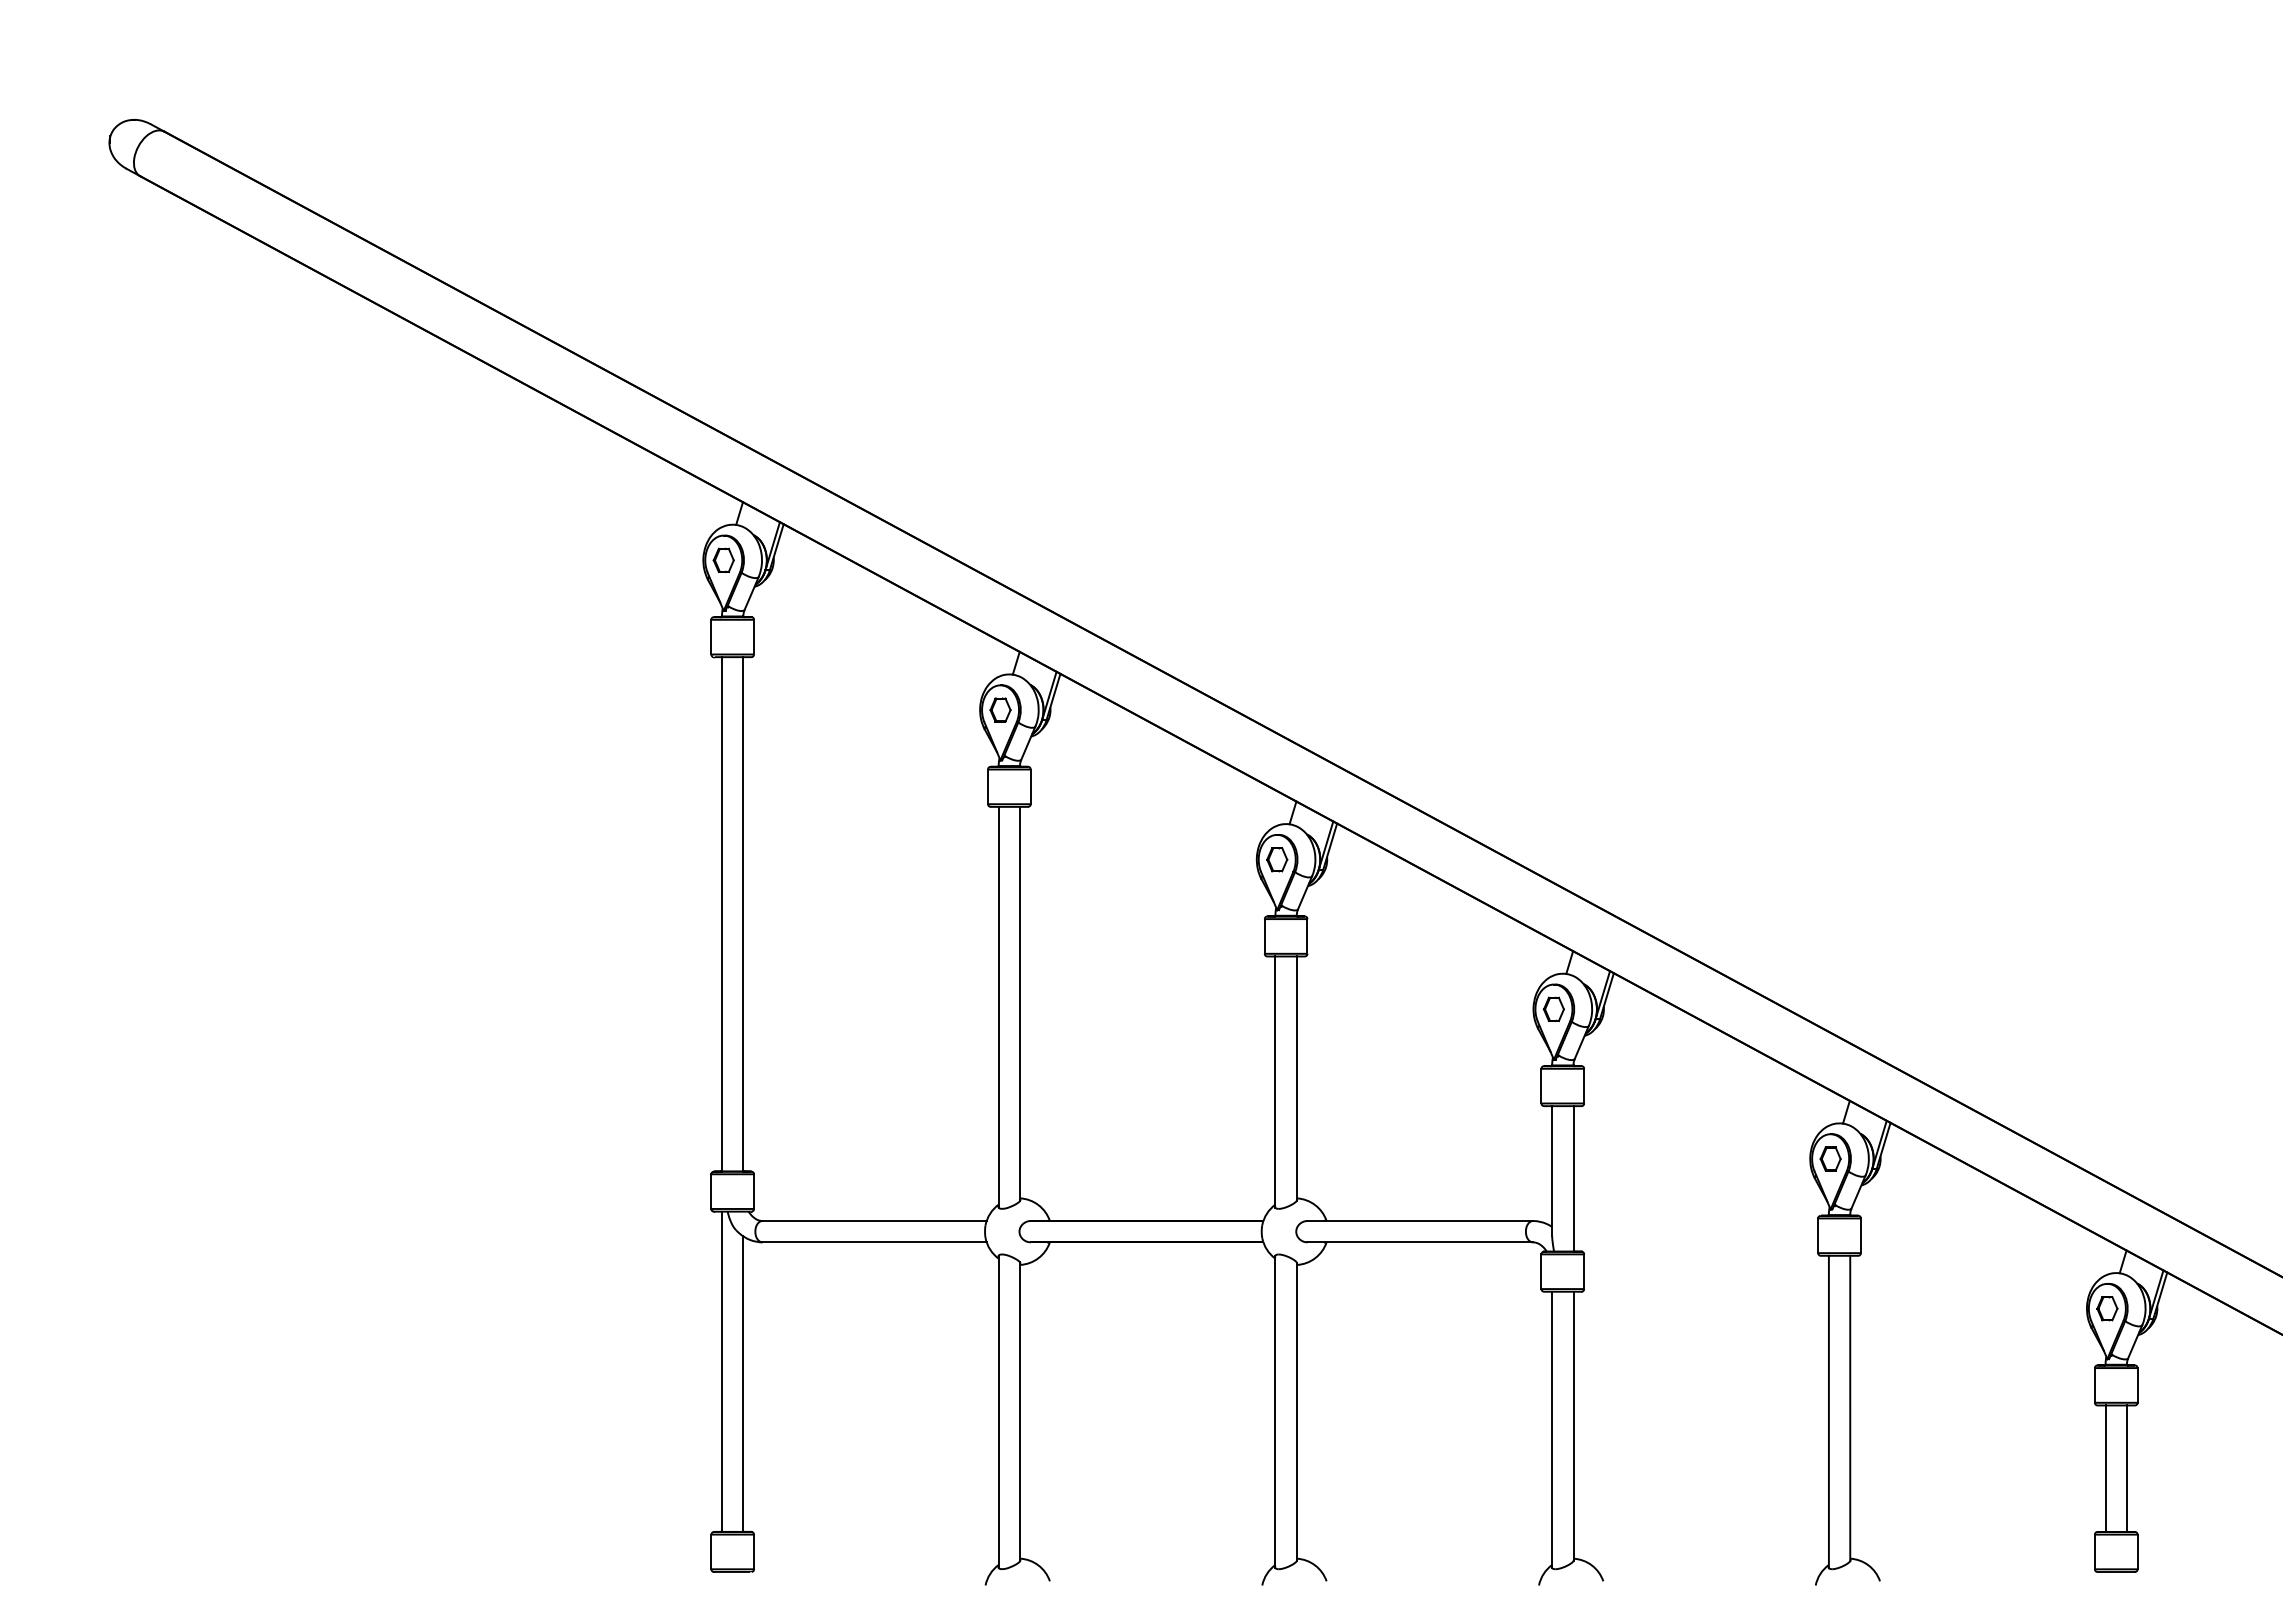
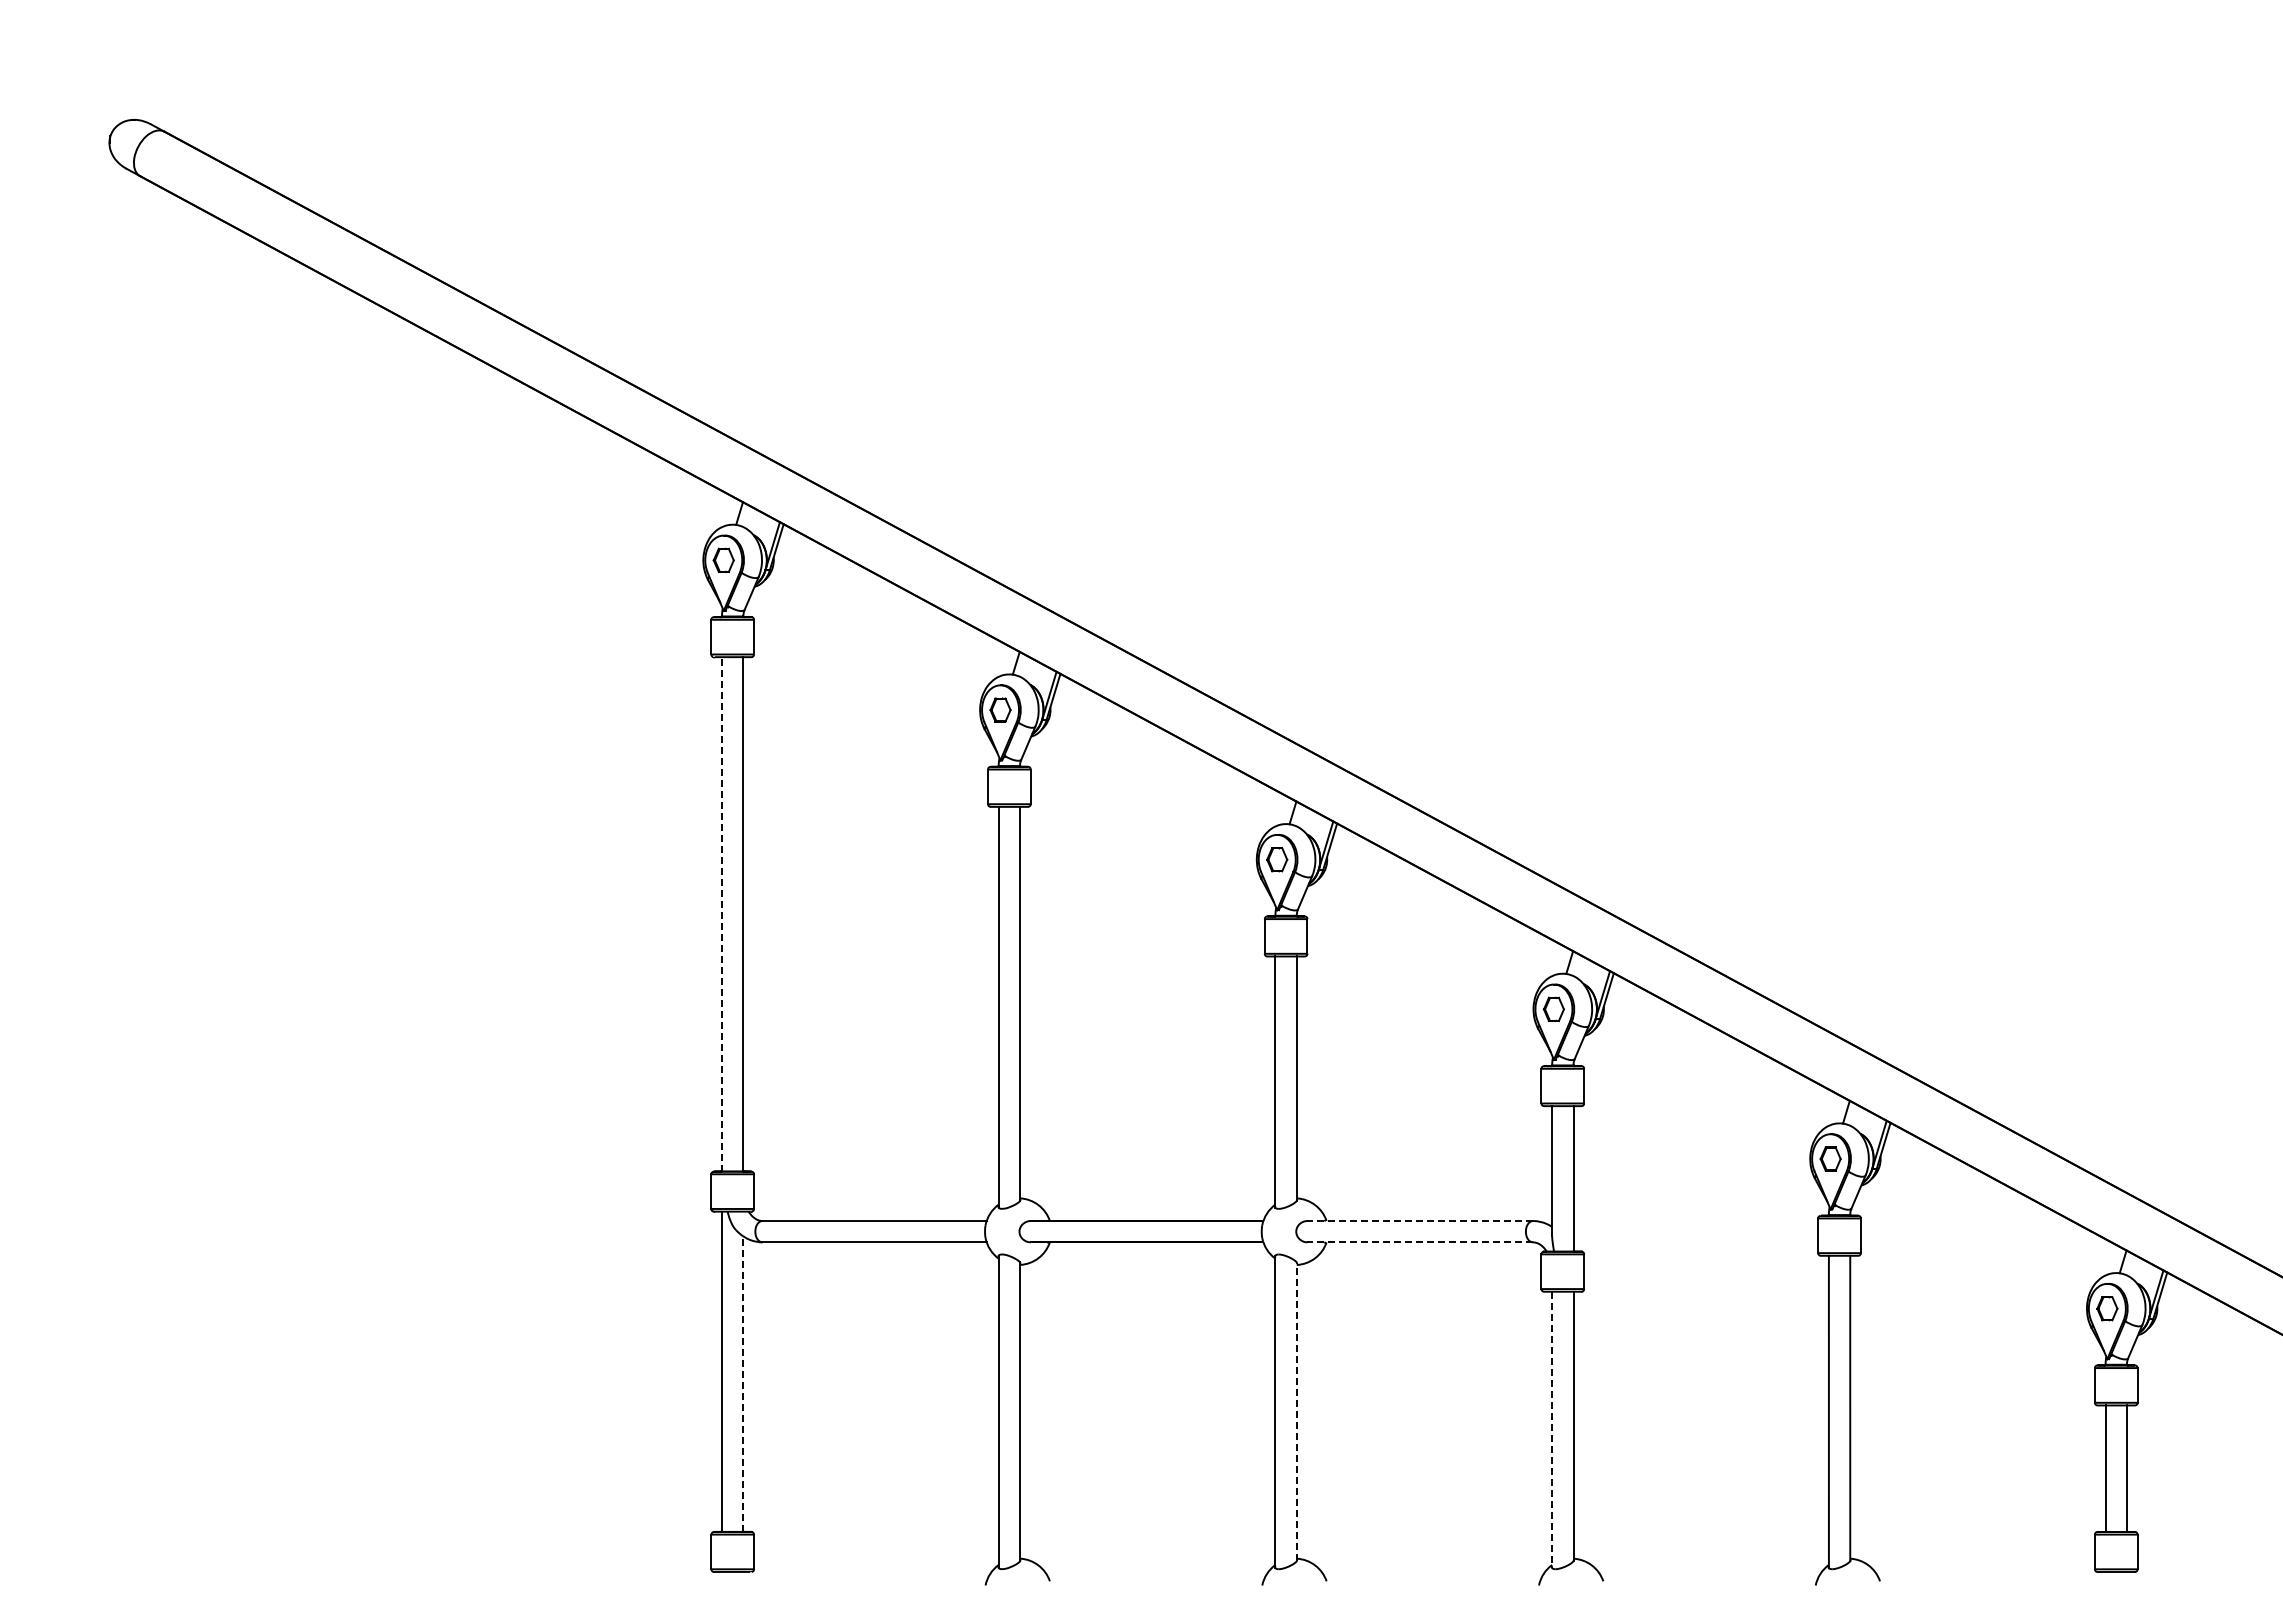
line at (722, 913): solid -> dashed
line at (1420, 1221): solid -> dashed
line at (1420, 1242): solid -> dashed
line at (743, 1384): solid -> dashed
line at (1296, 1411): solid -> dashed
line at (1552, 1430): solid -> dashed
